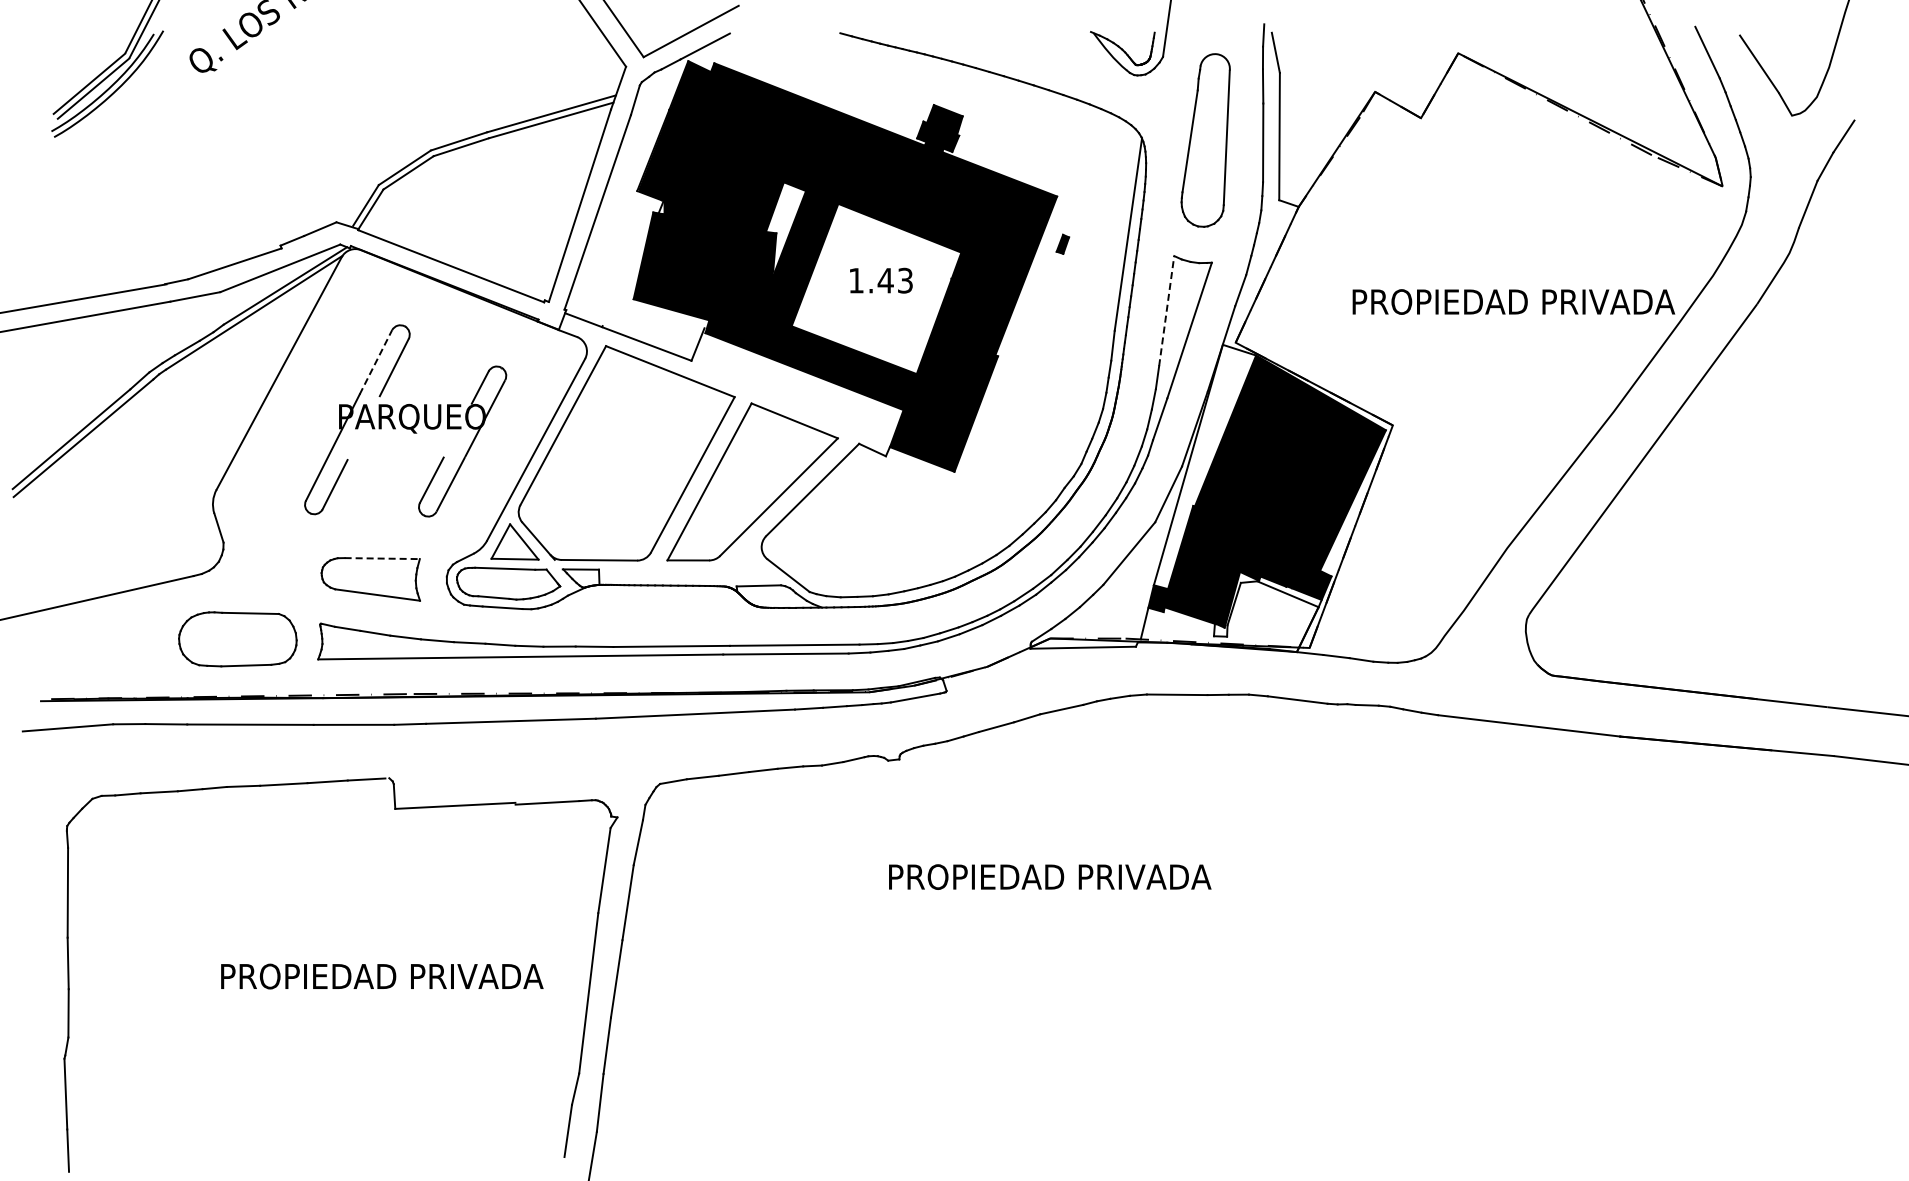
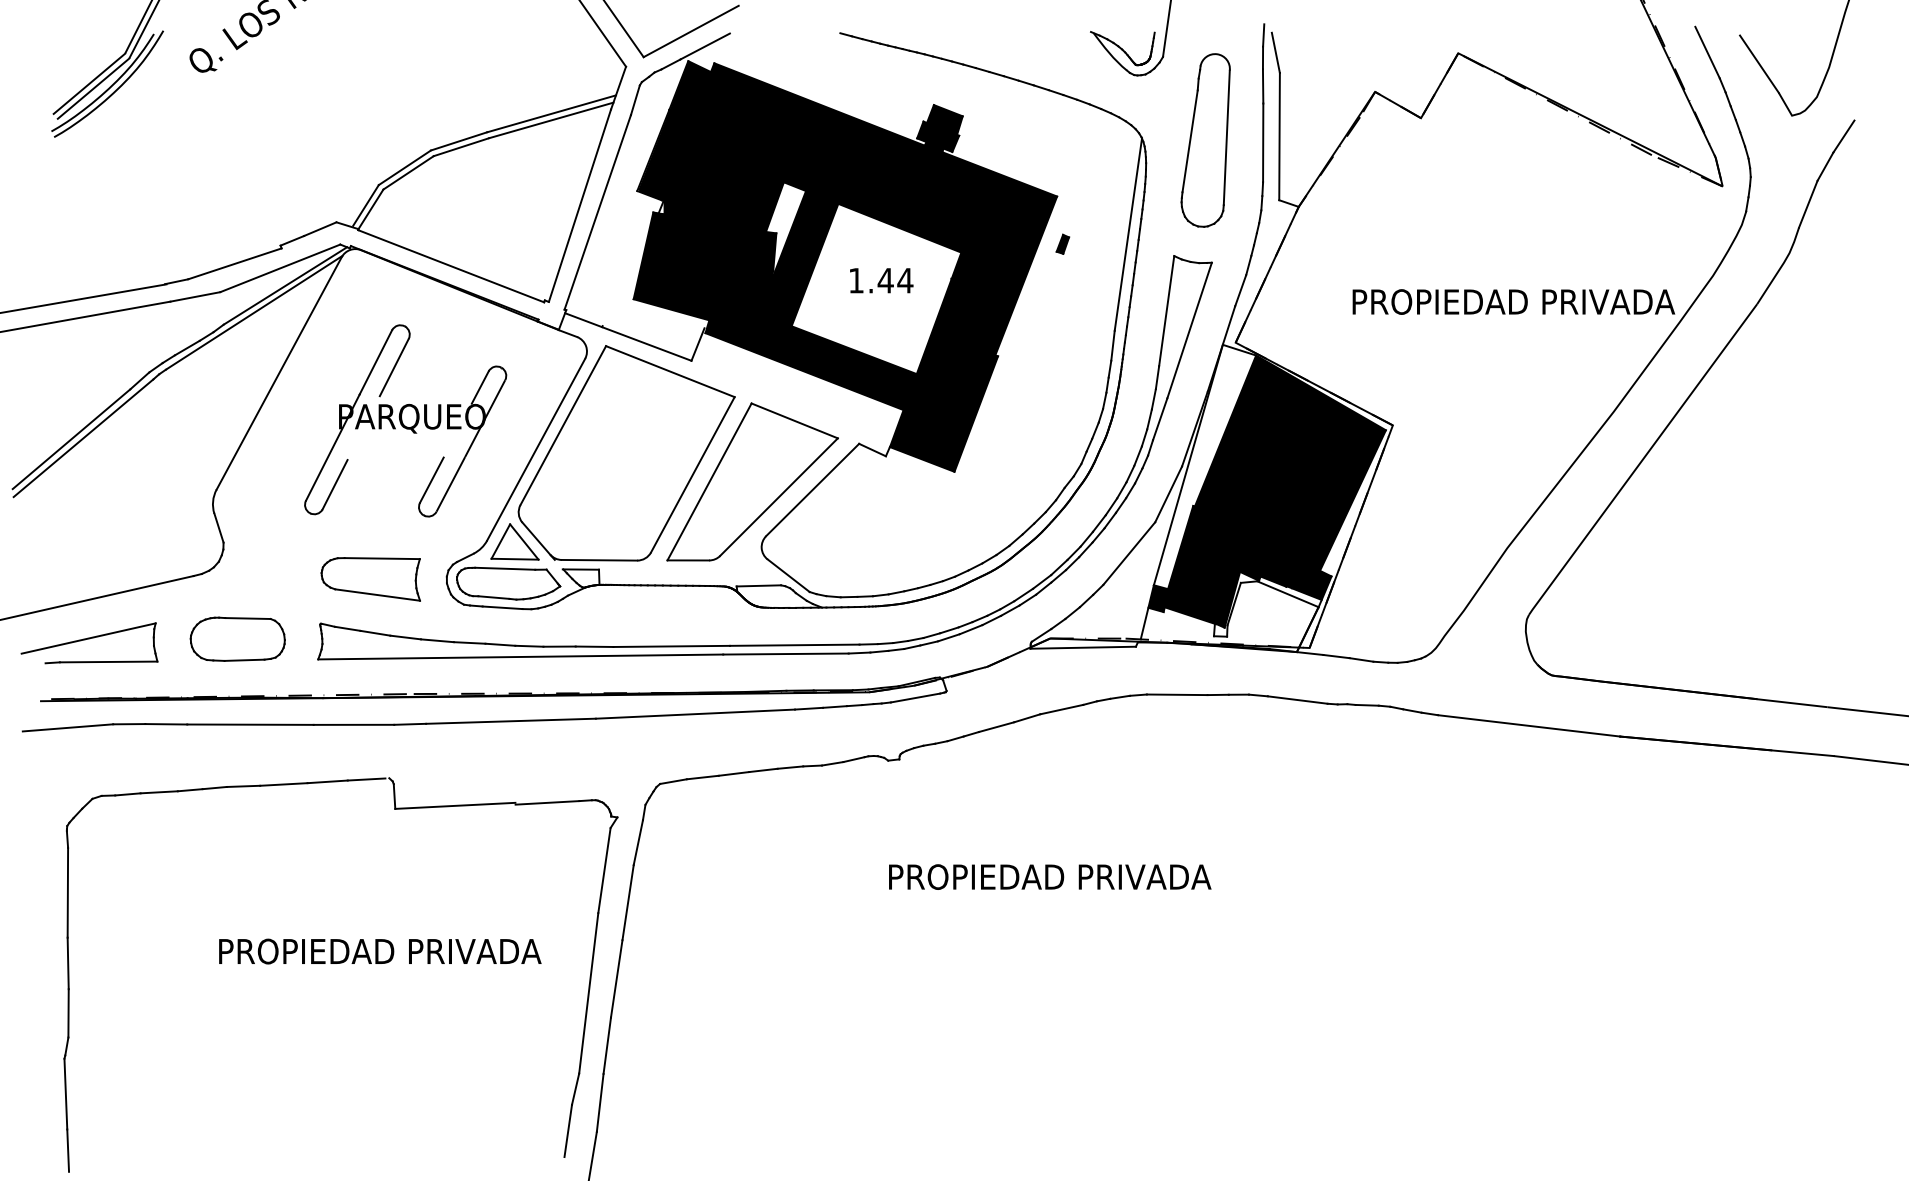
text at (905, 280): 1.43 -> 1.44
line at (1166, 311): dashed -> solid
line at (376, 361): dashed -> solid
line at (382, 558): dashed -> solid
part at (237, 639) size: 120x57 px -> 97x46 px
part at (89, 643): none -> present
text at (382, 976) position: (382, 976) -> (380, 951)
